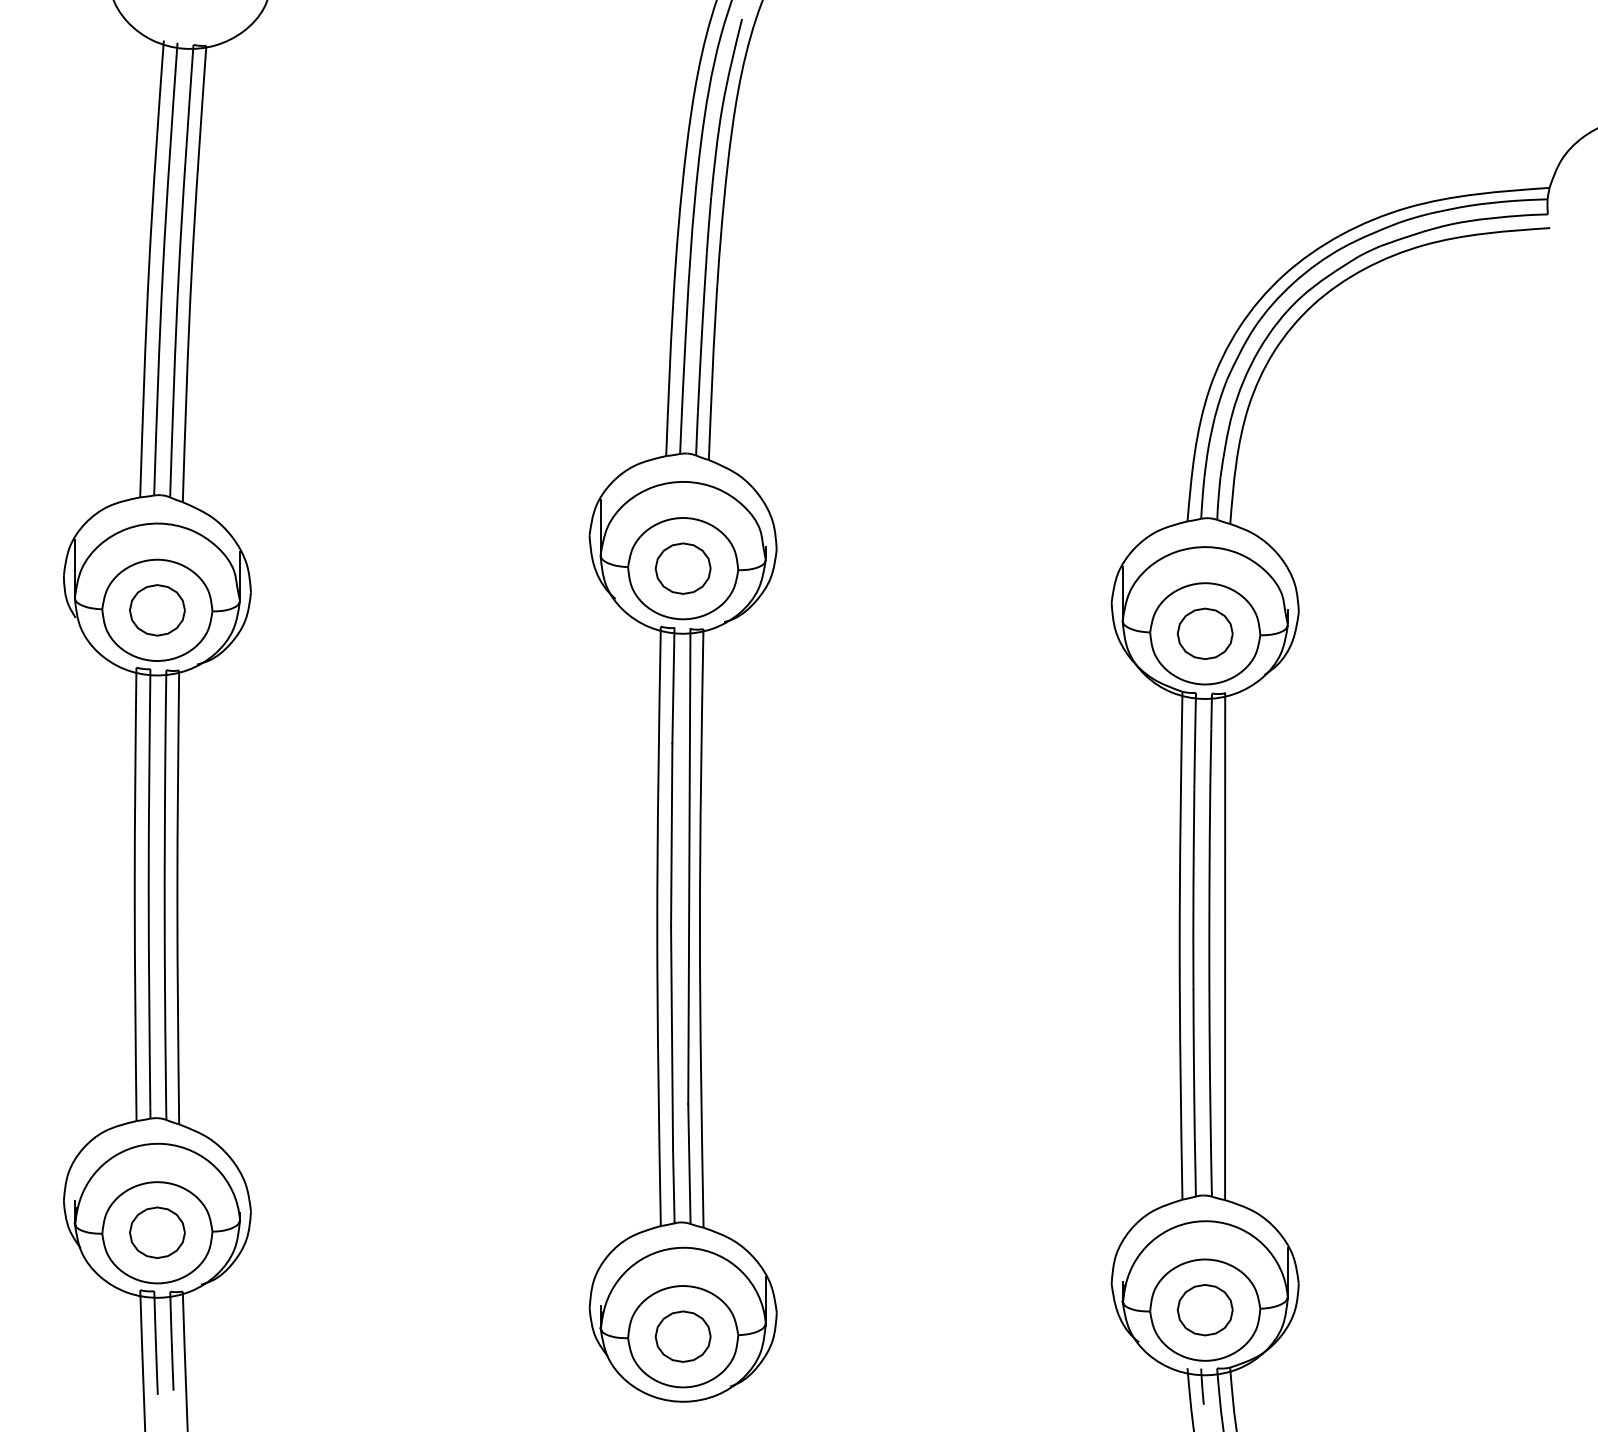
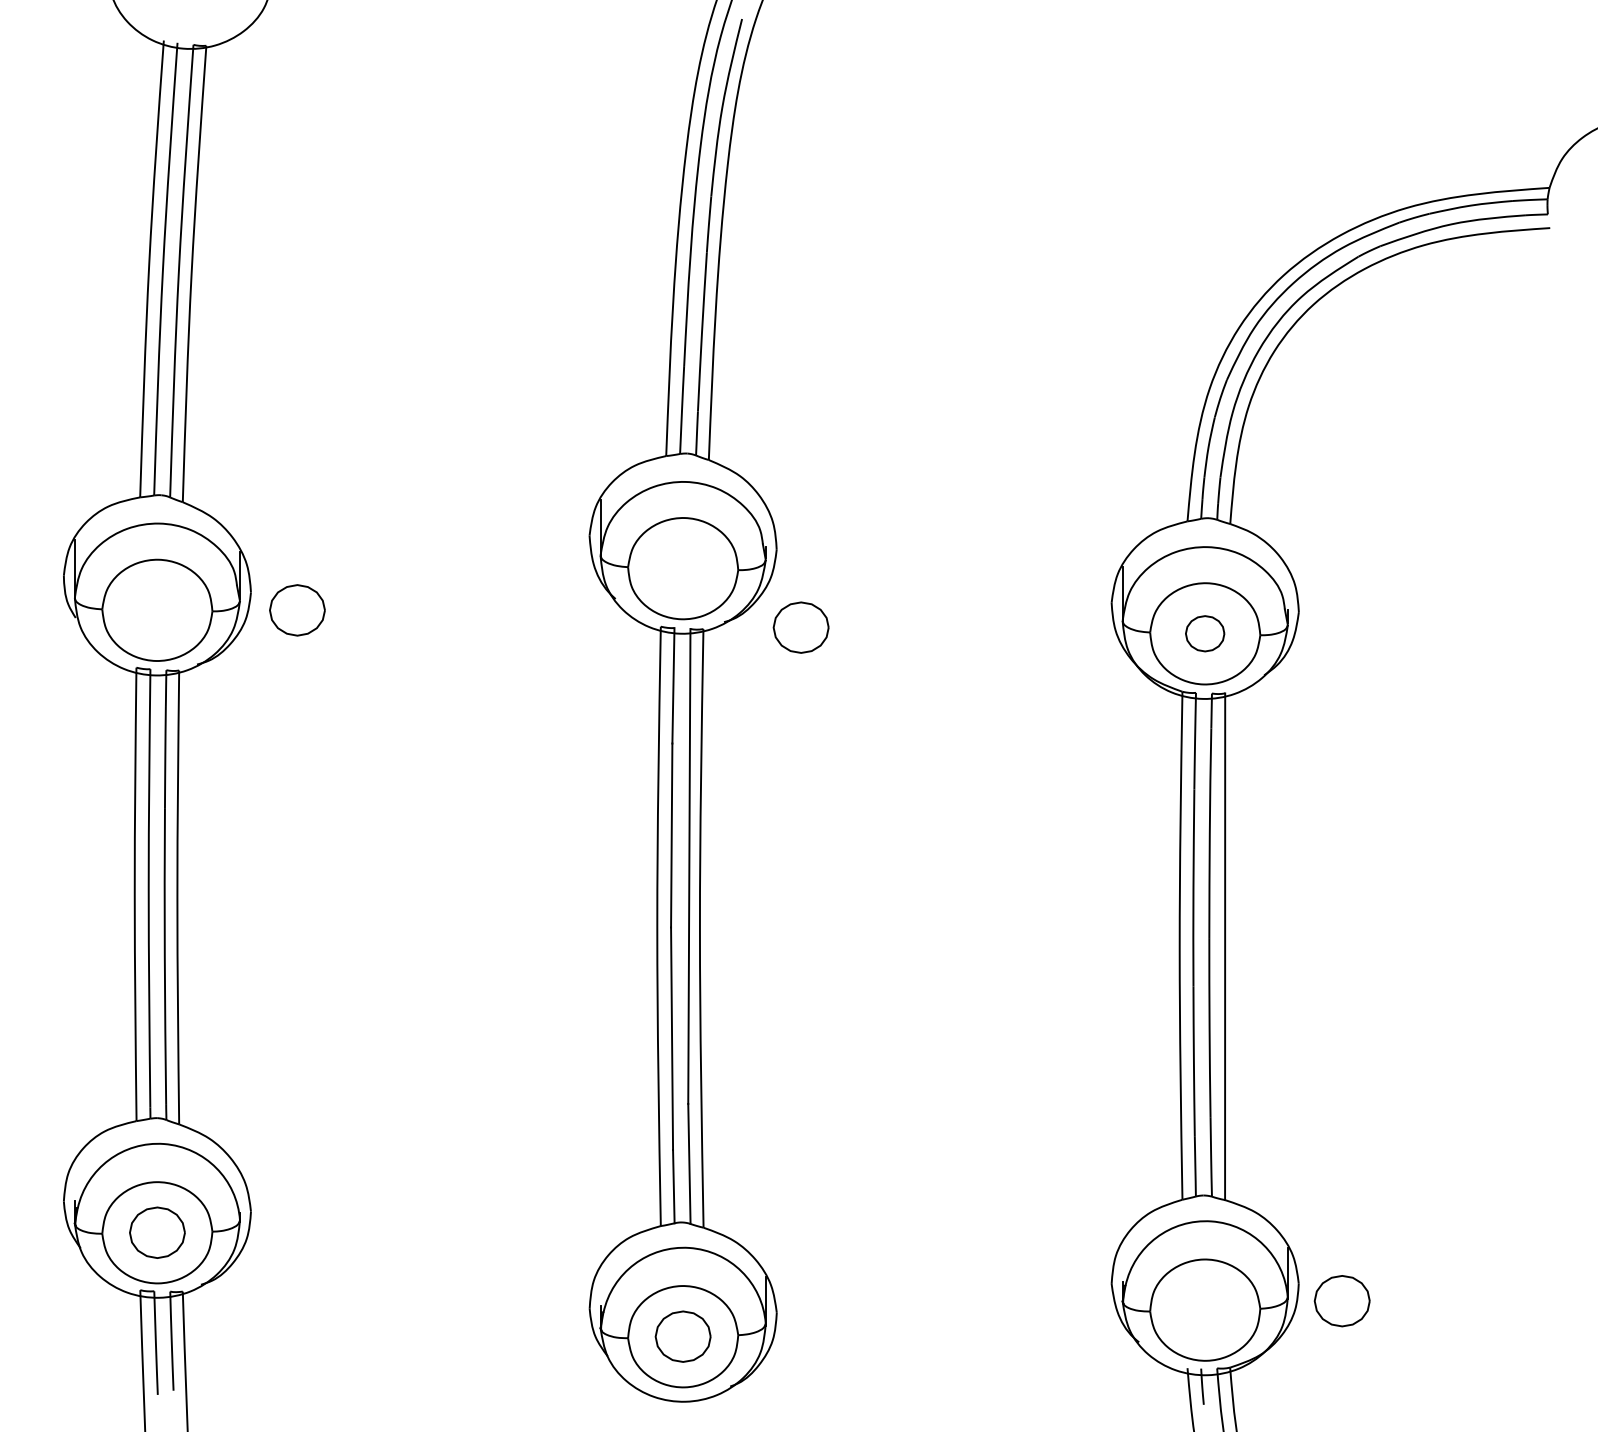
part at (682, 568) position: (682, 568) -> (800, 627)
part at (157, 610) position: (157, 610) -> (297, 610)
part at (1204, 633) size: 58x53 px -> 41x38 px
part at (1204, 1310) position: (1204, 1310) -> (1341, 1301)
